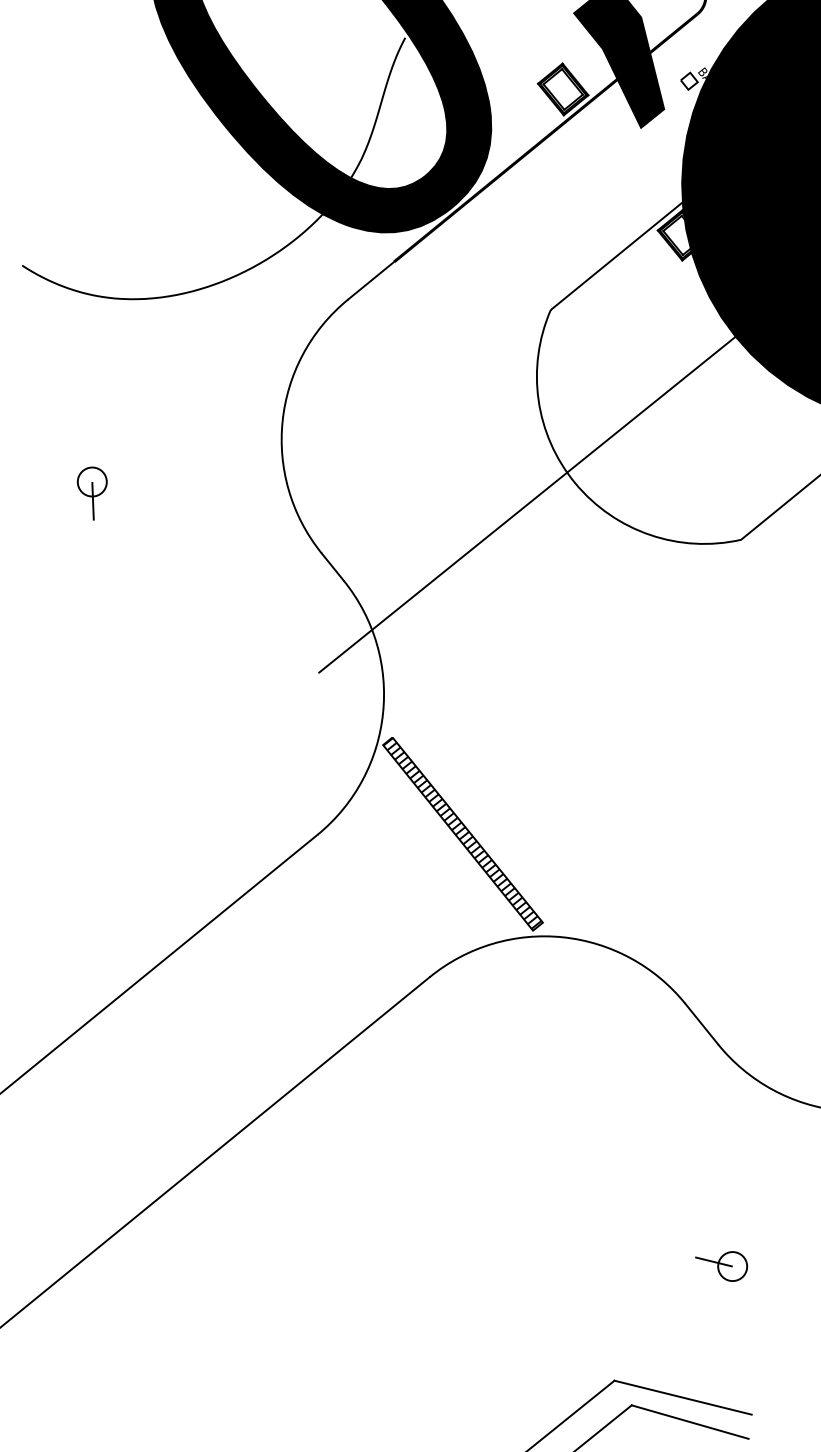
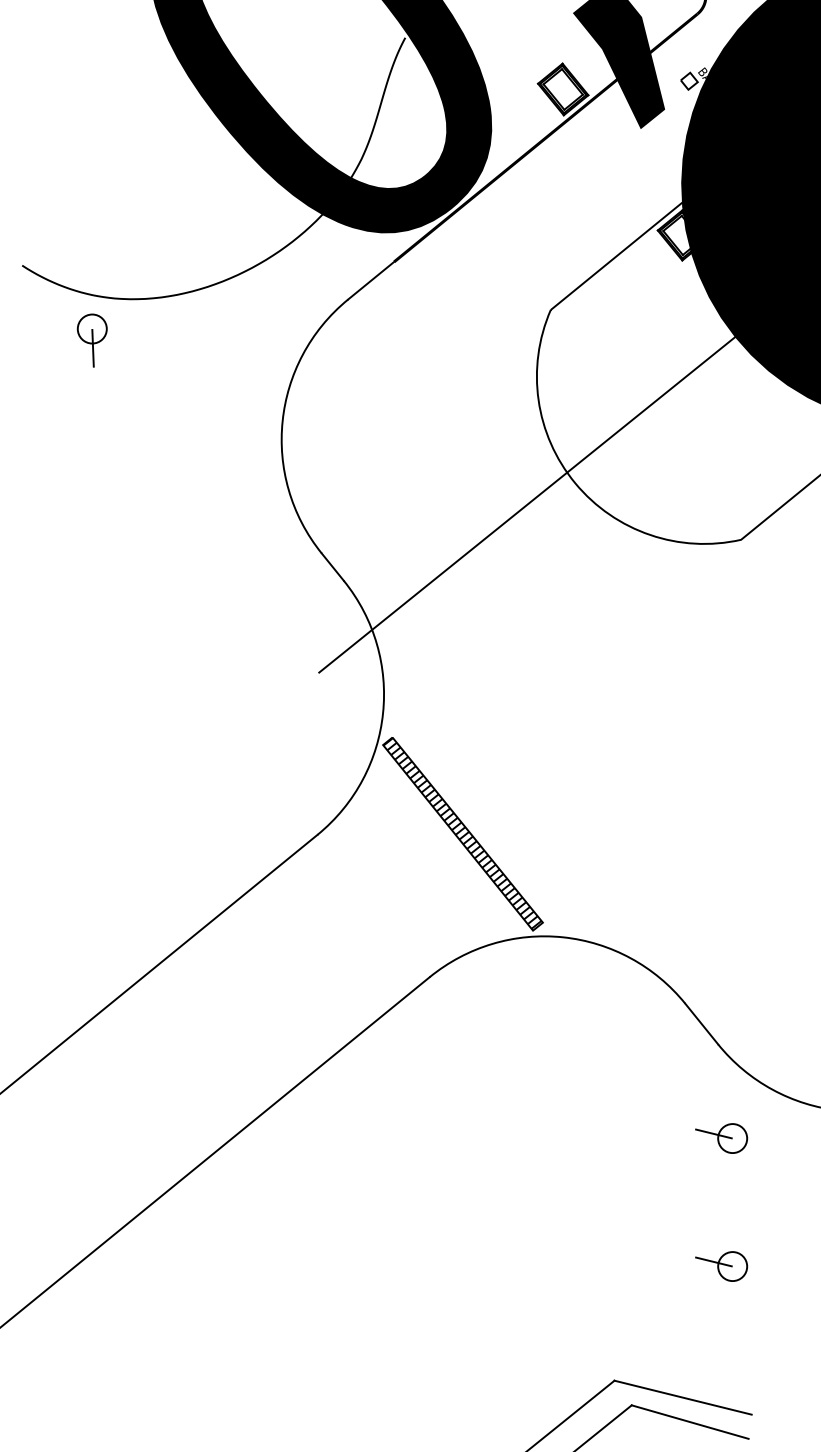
part at (91, 493) position: (91, 493) -> (91, 340)
part at (721, 1138): none -> present
